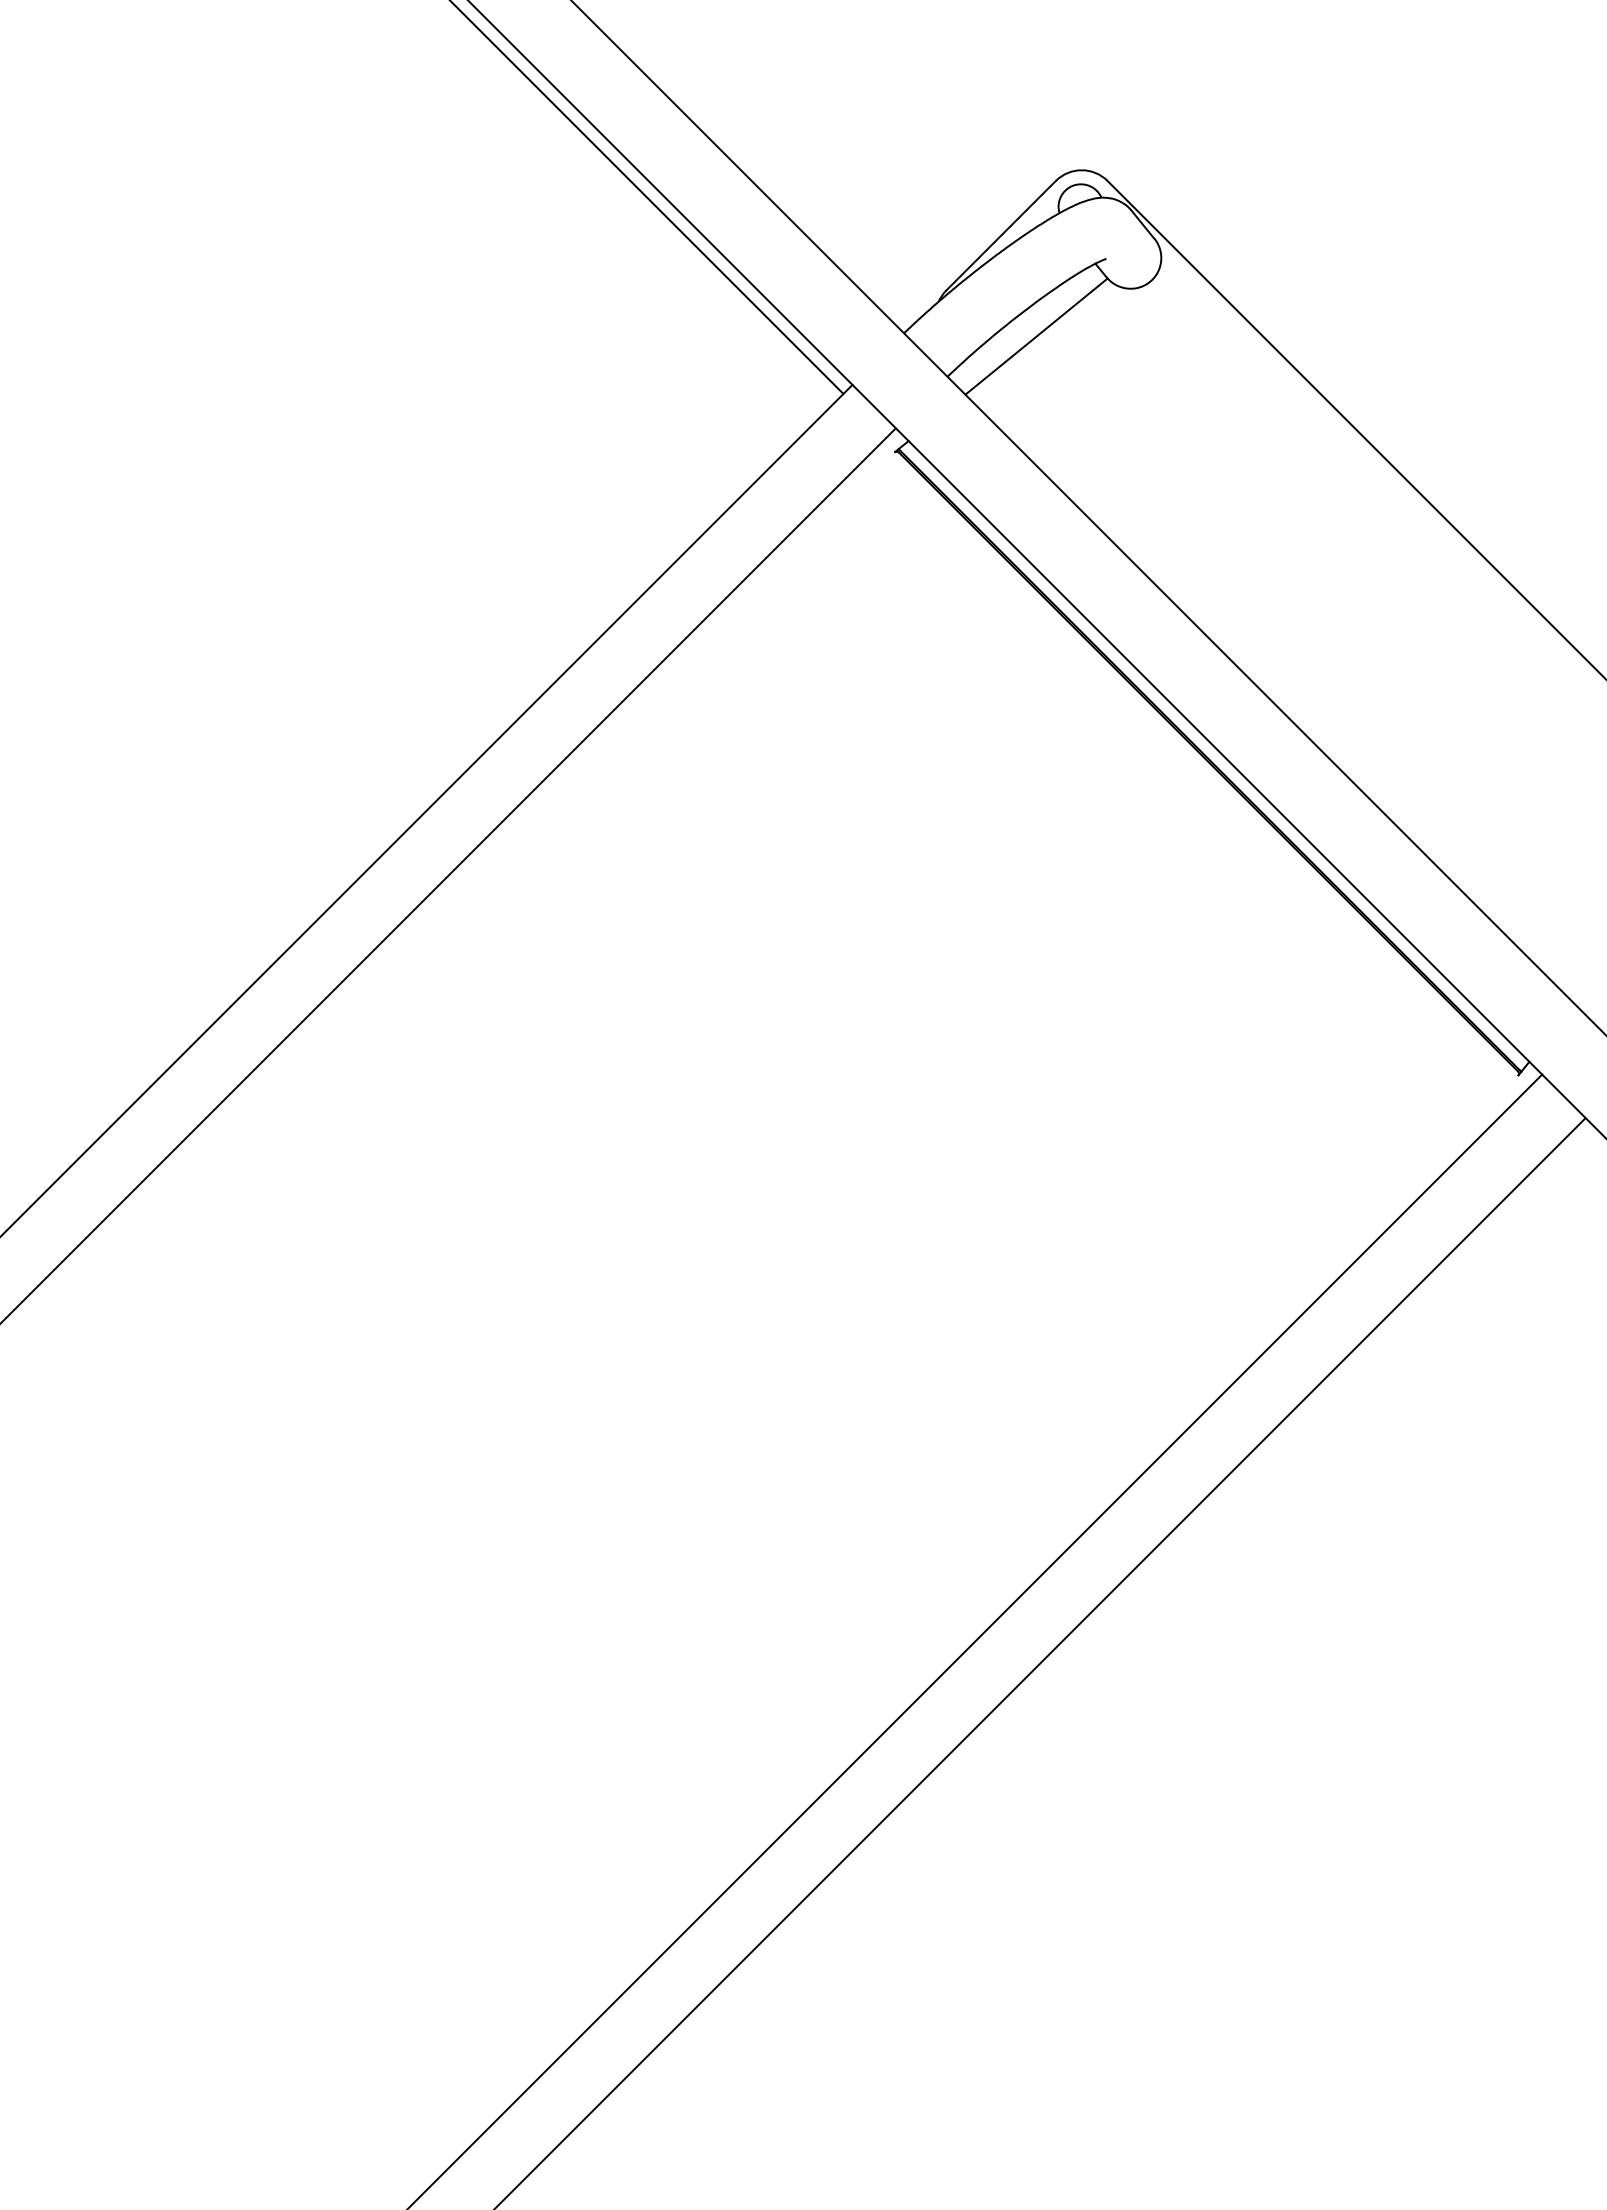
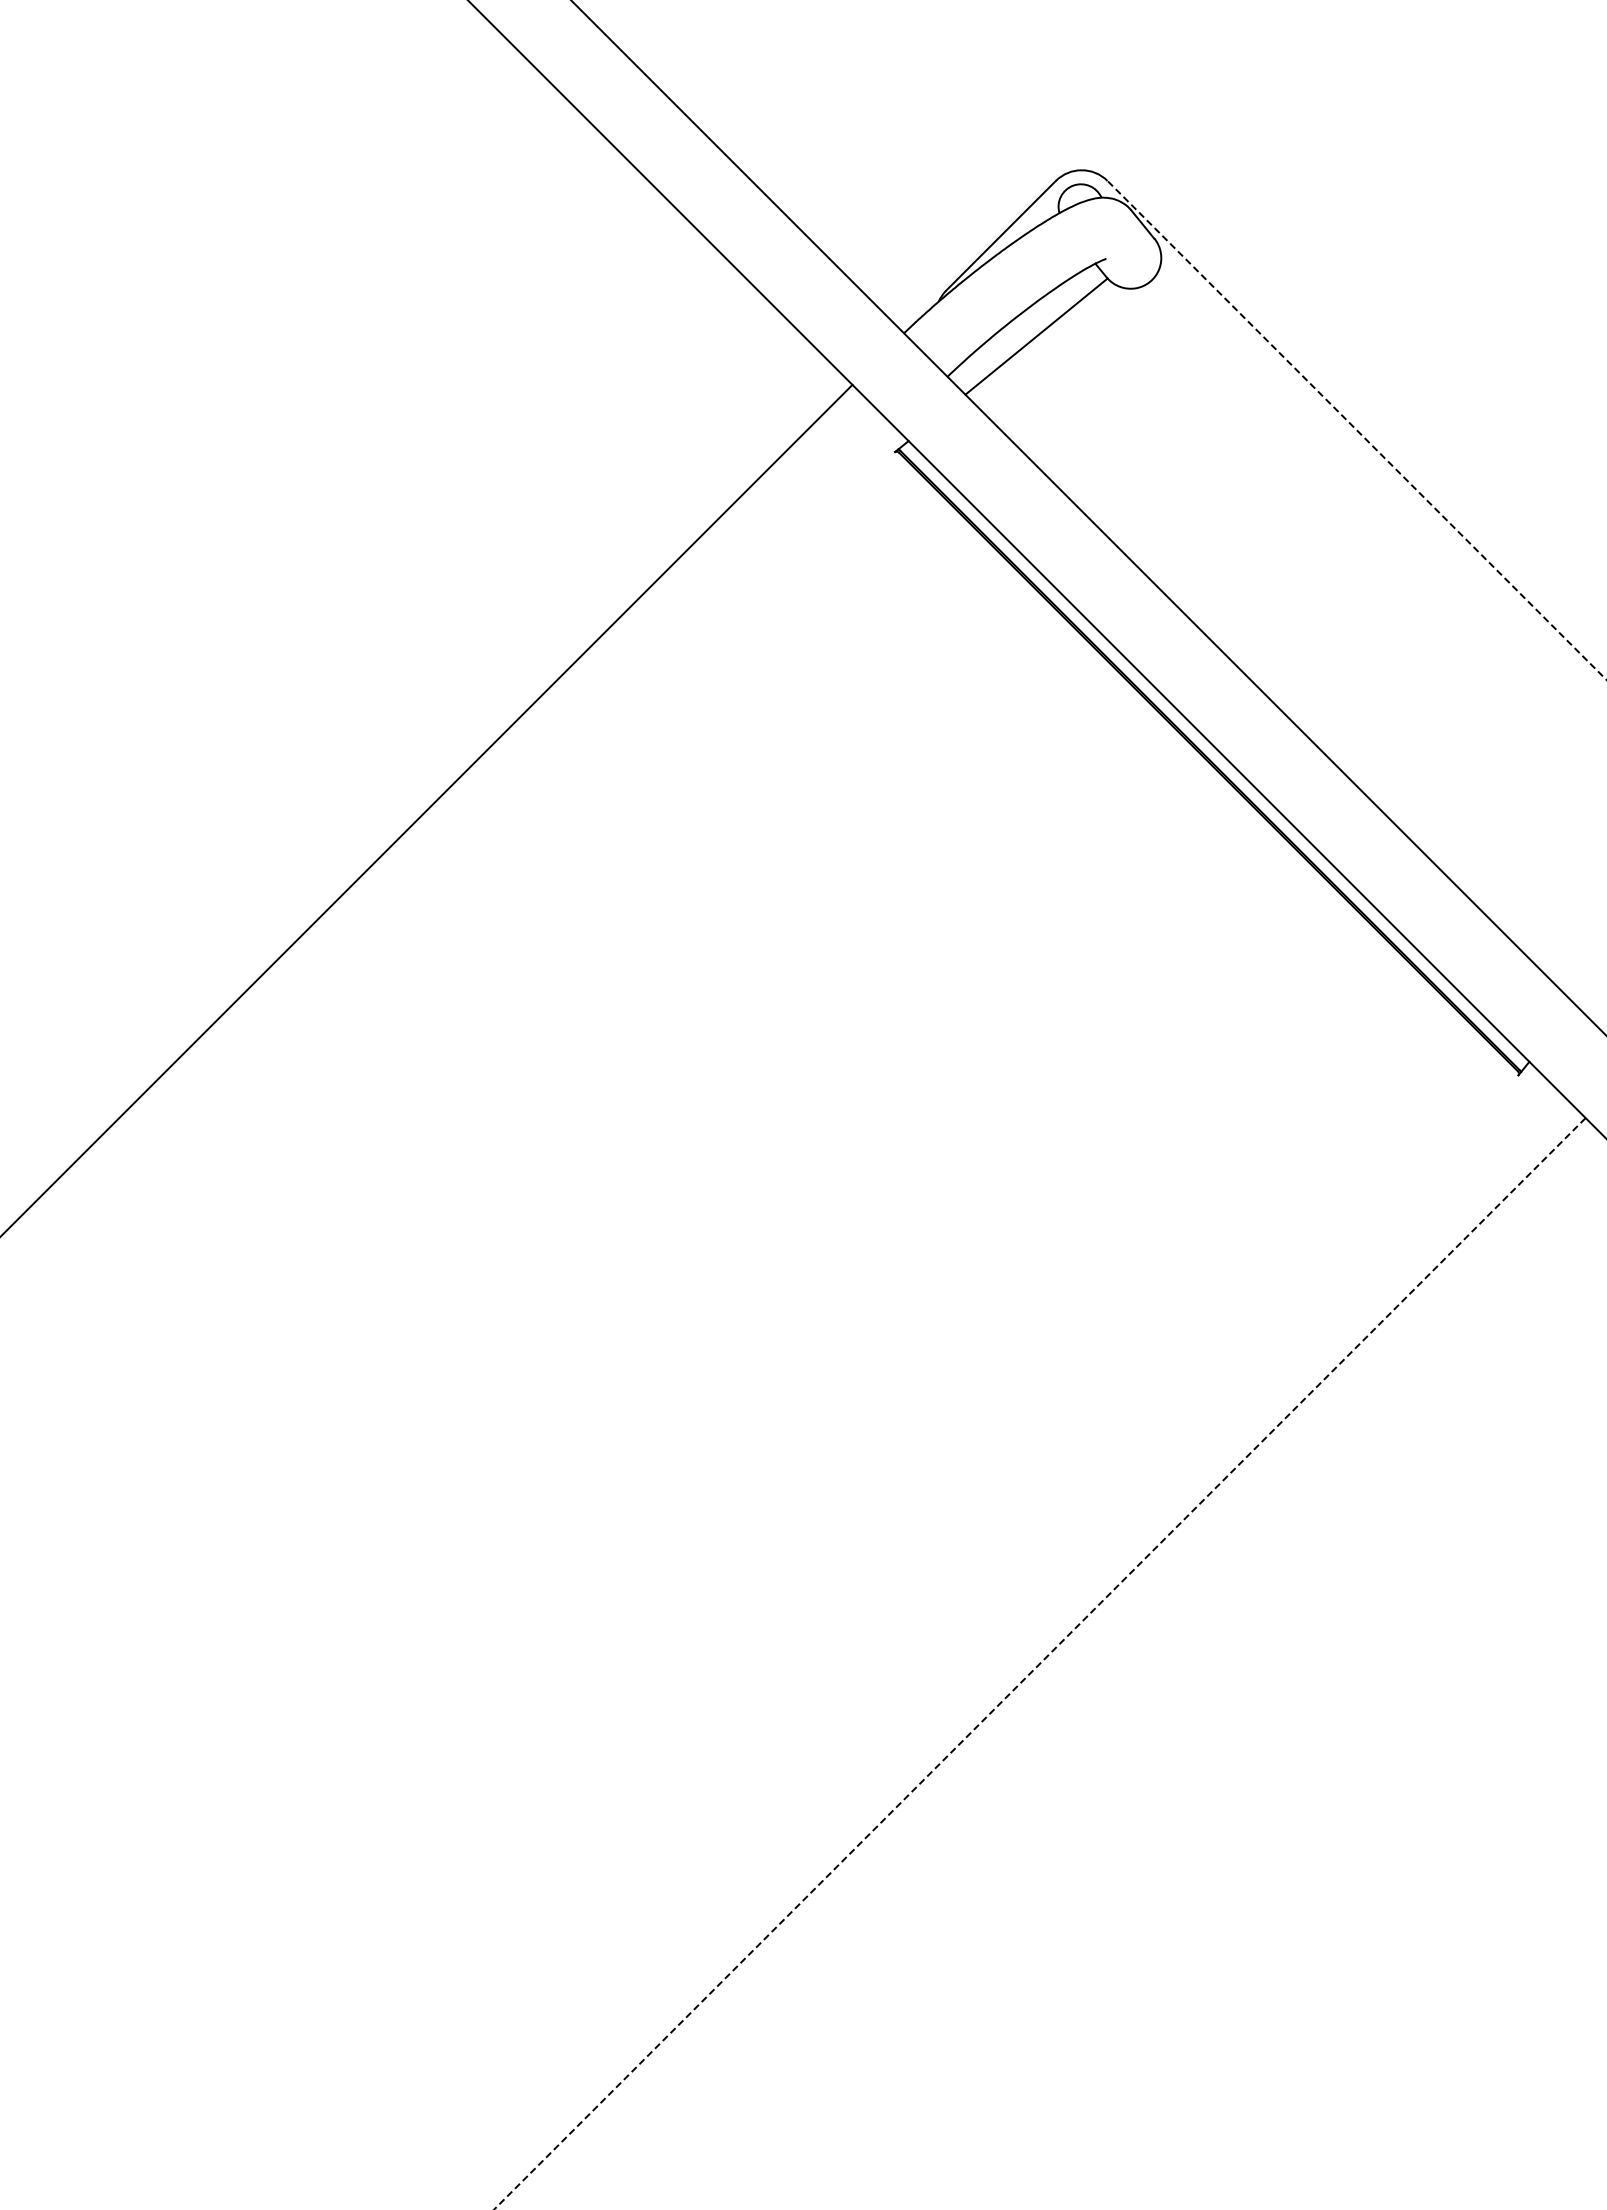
line at (647, 197): present -> none
line at (1356, 430): solid -> dashed
line at (448, 874): present -> none
line at (975, 1640): present -> none
line at (1039, 1664): solid -> dashed
